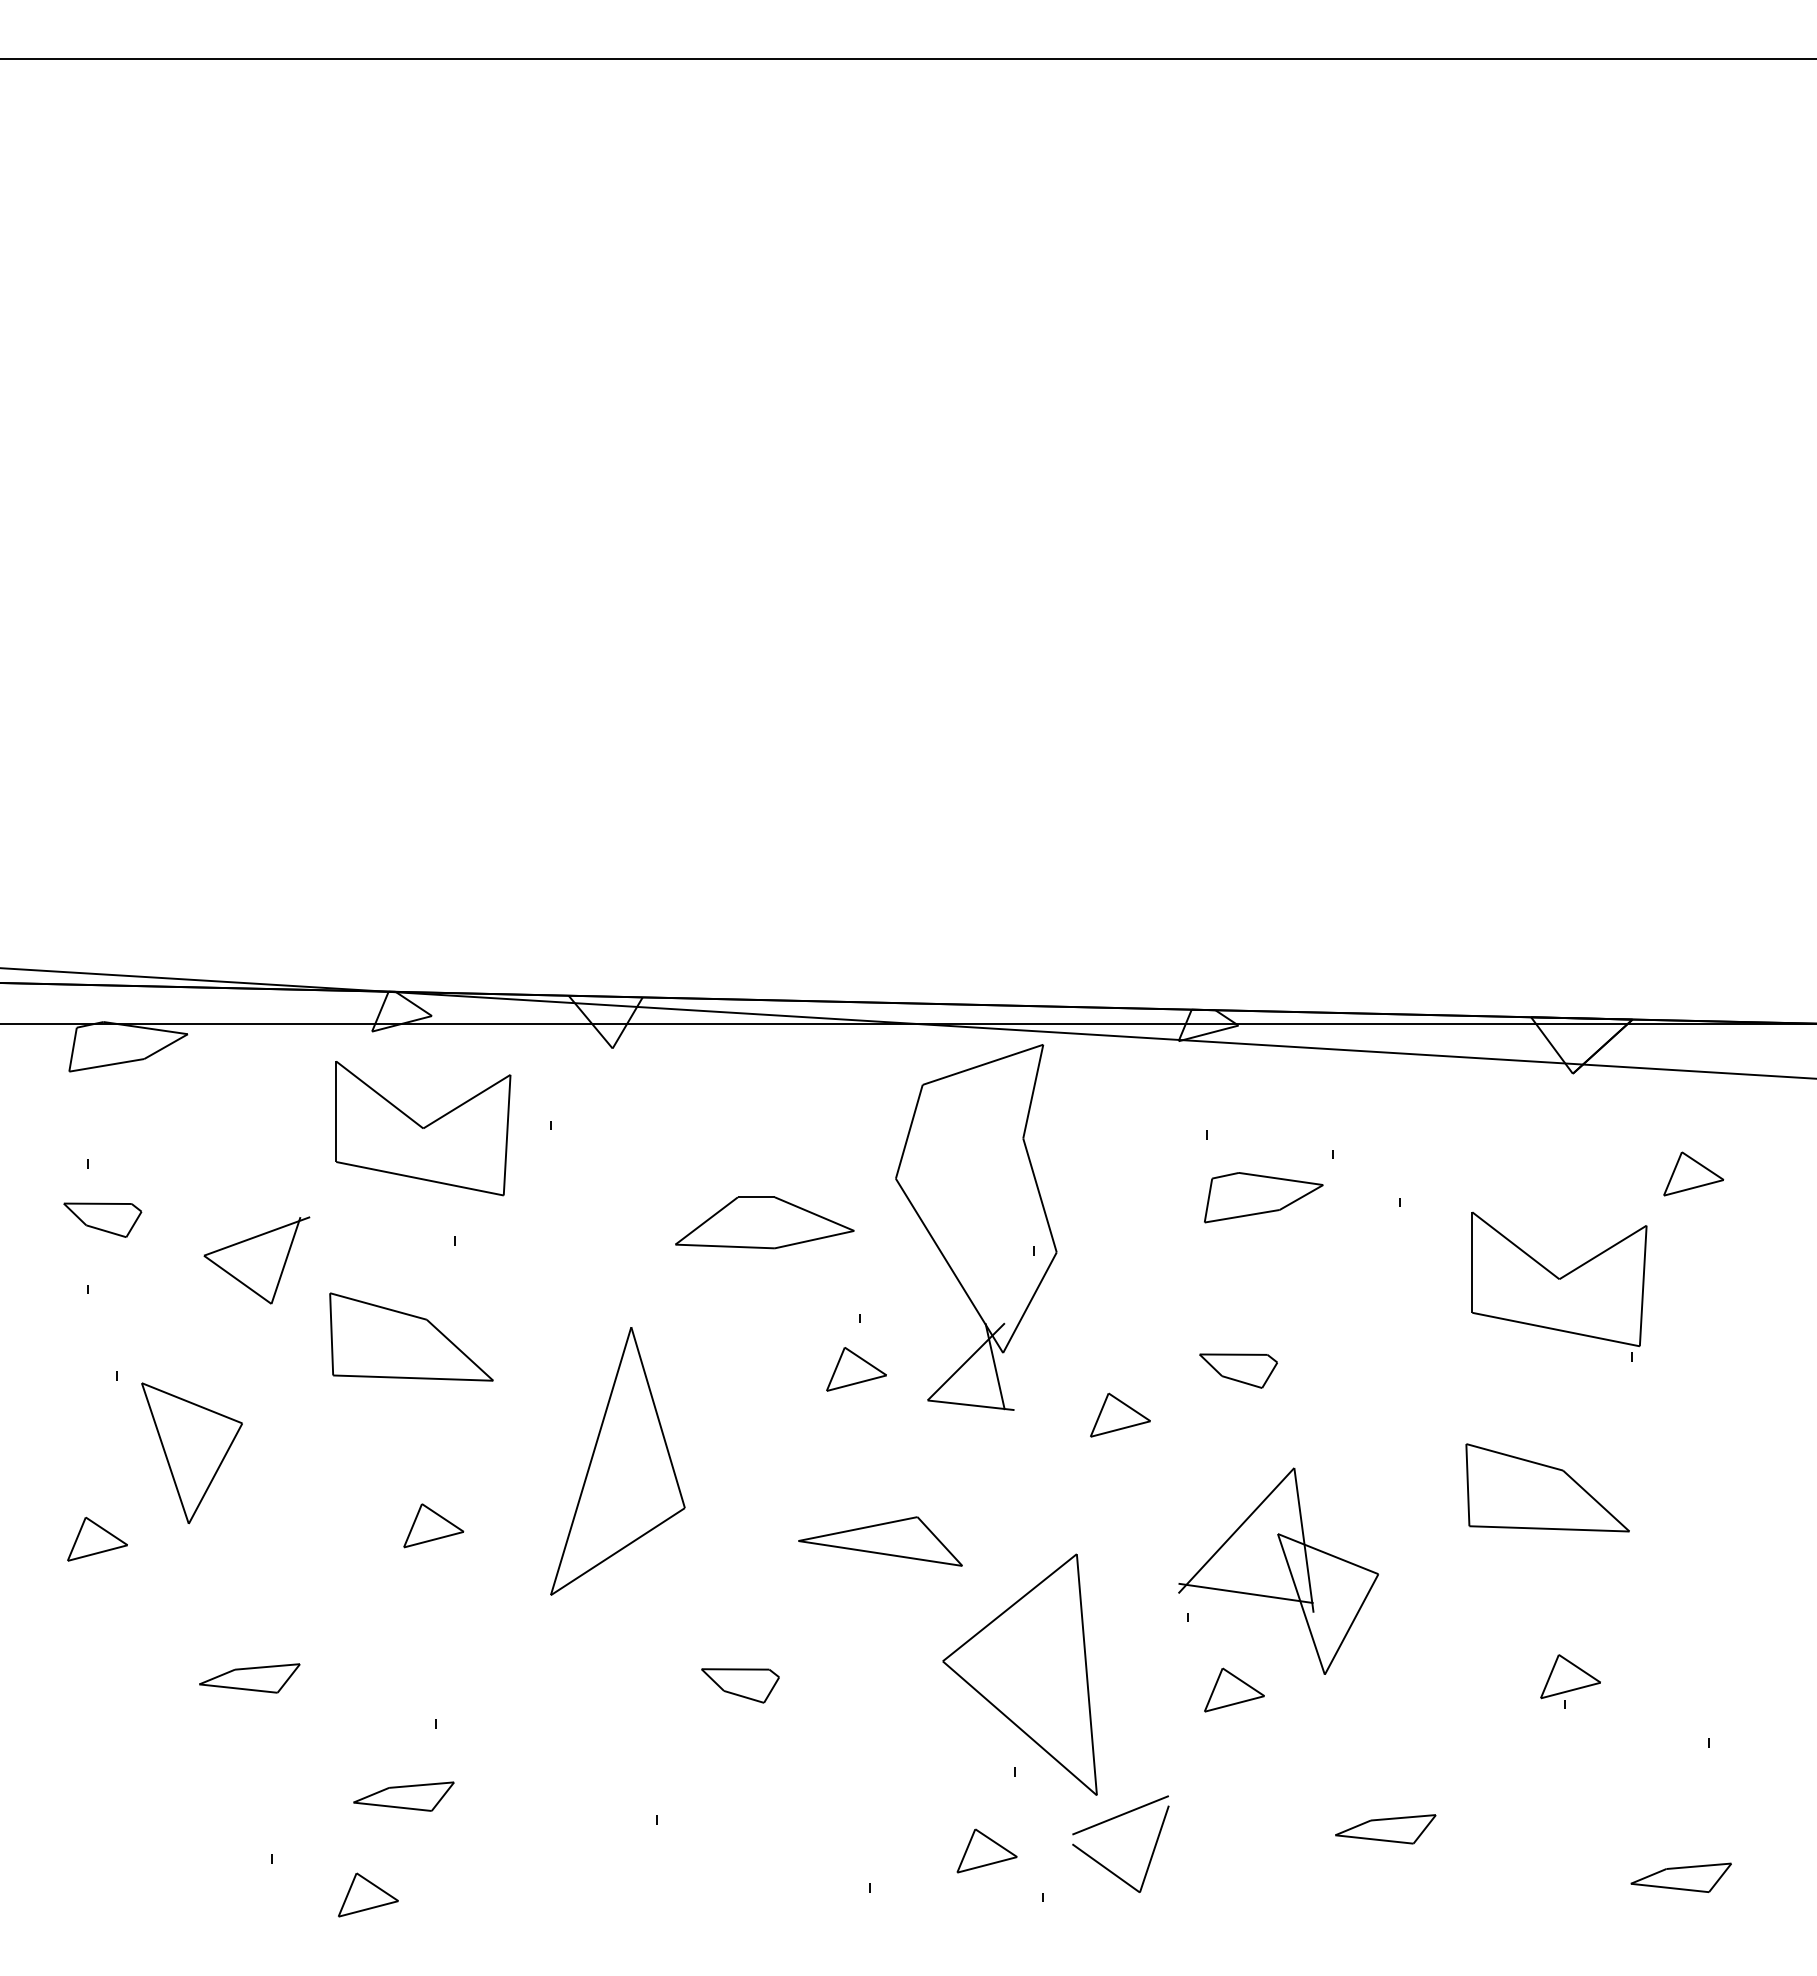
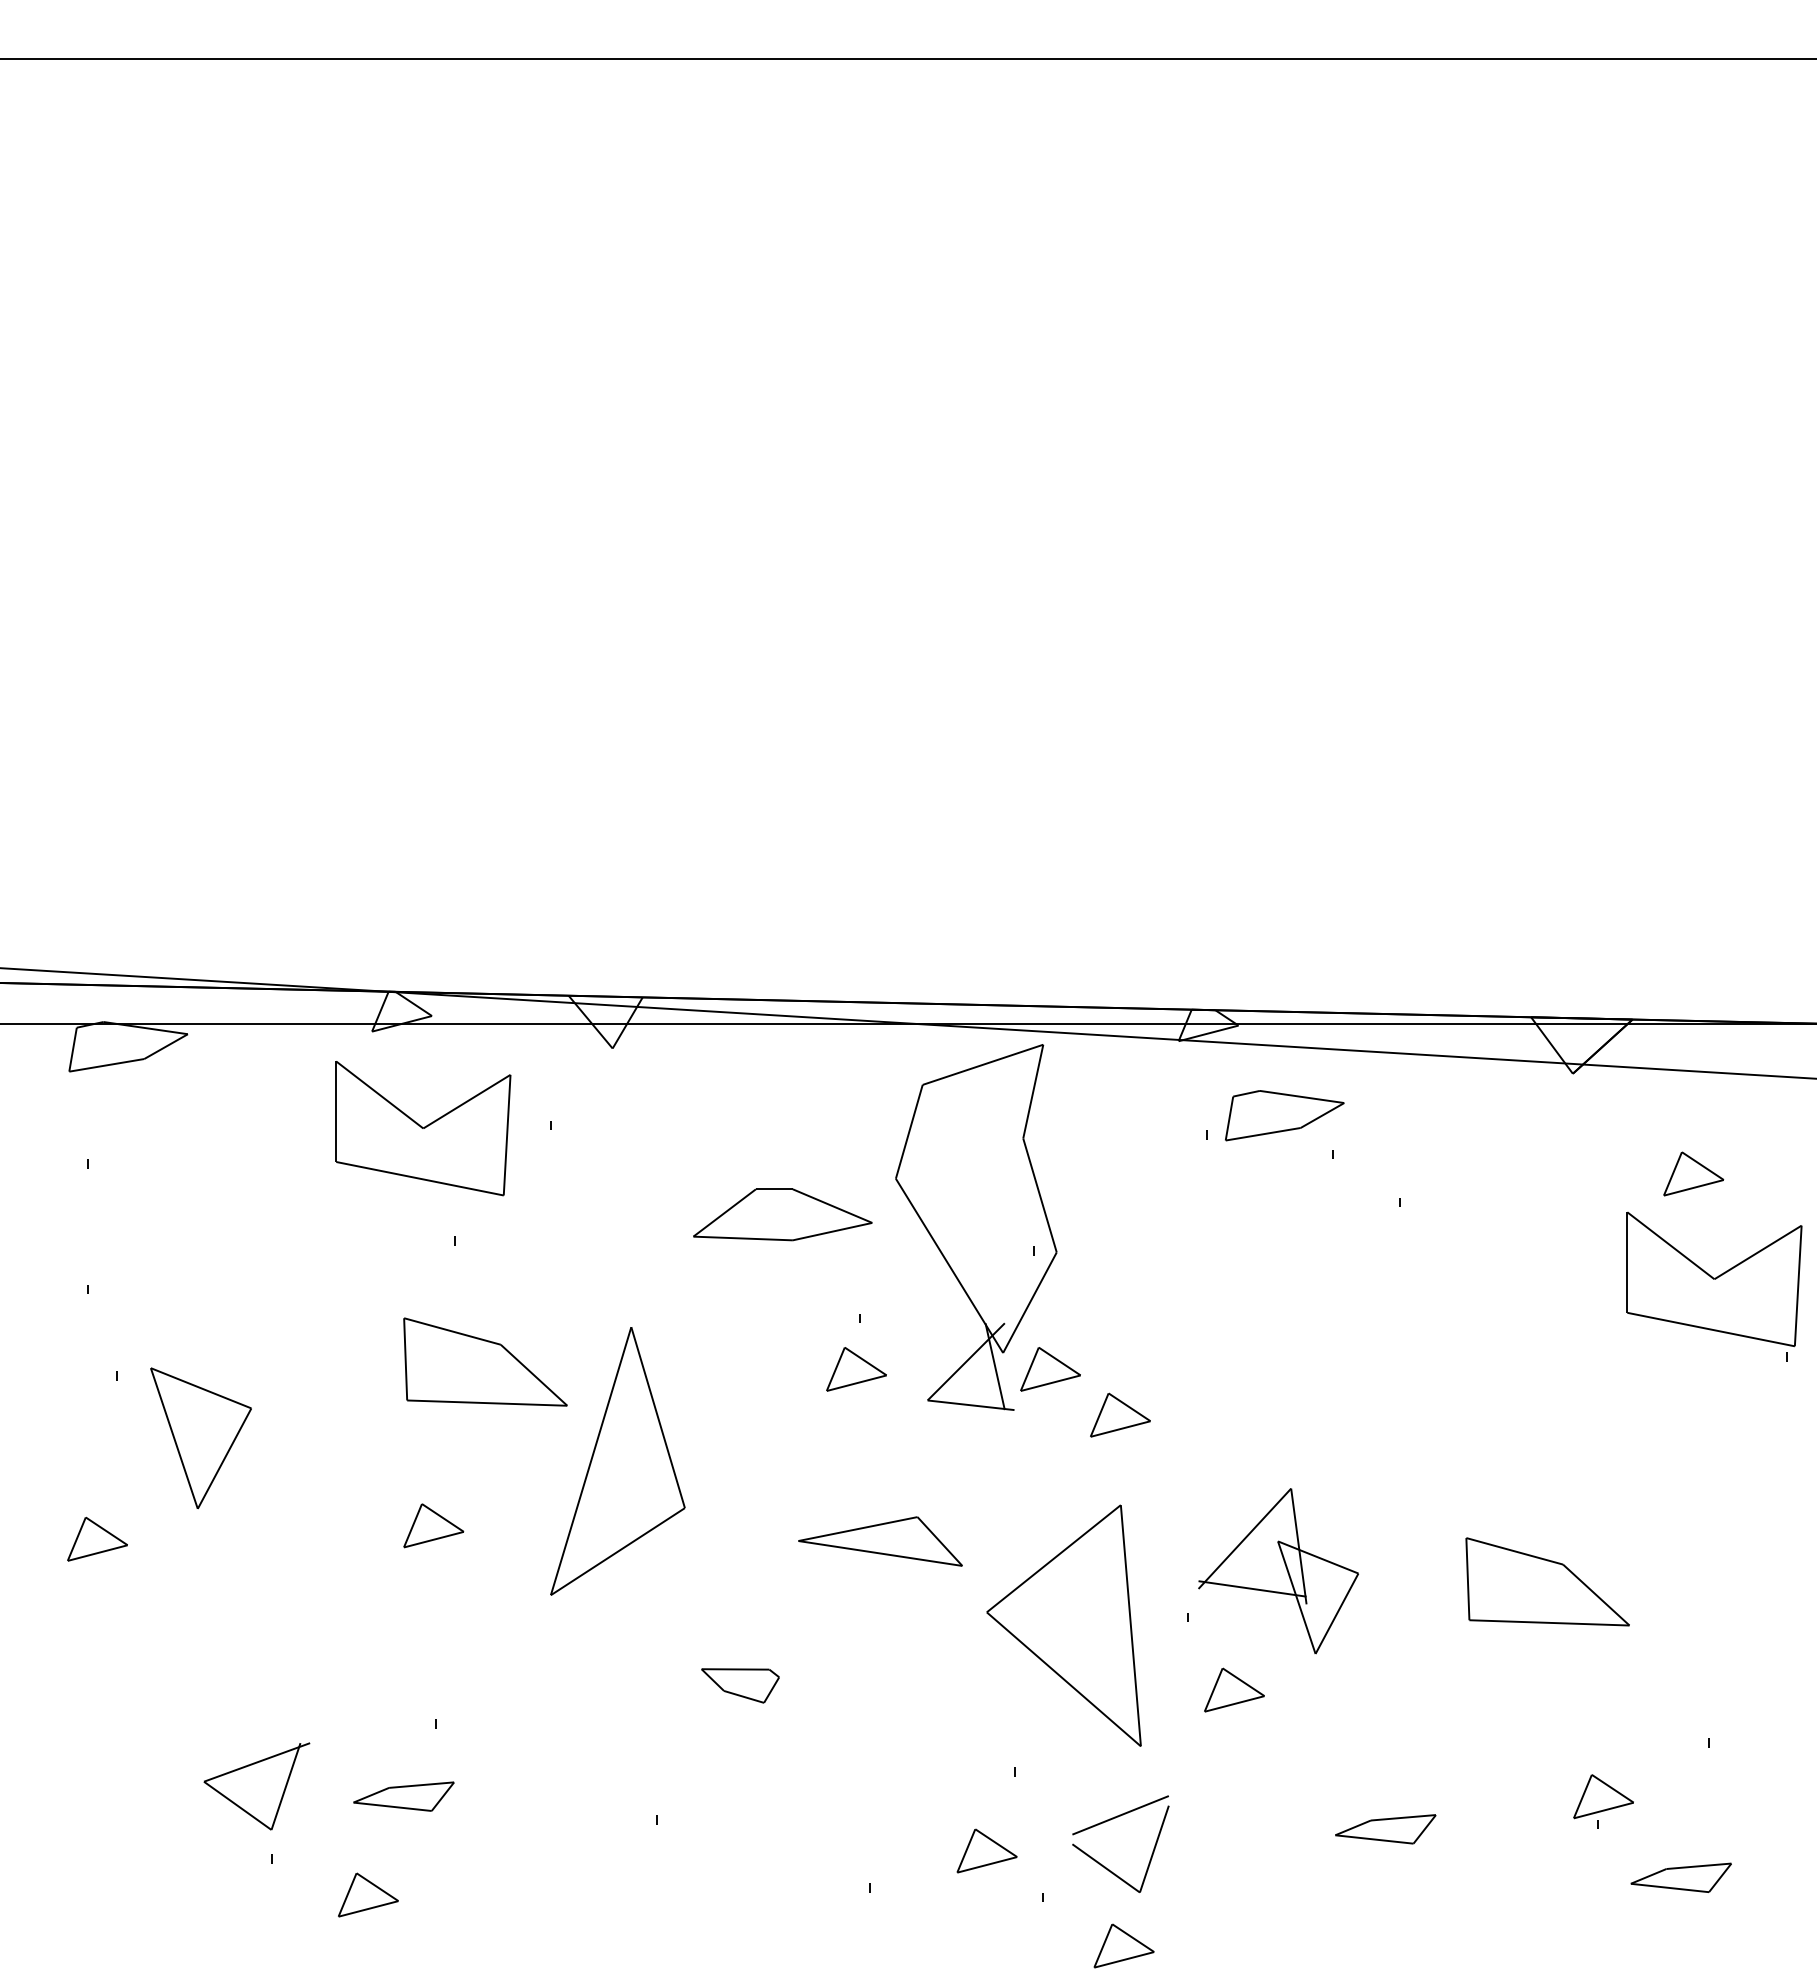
part at (1263, 1197) position: (1263, 1197) -> (1284, 1115)
part at (102, 1219): present -> none
part at (764, 1222) position: (764, 1222) -> (782, 1214)
part at (256, 1260) position: (256, 1260) -> (256, 1786)
part at (1559, 1286) position: (1559, 1286) -> (1714, 1286)
part at (411, 1336) position: (411, 1336) -> (485, 1361)
part at (1050, 1369): none -> present
part at (1238, 1370): present -> none
part at (191, 1453) position: (191, 1453) -> (200, 1438)
part at (1547, 1487) position: (1547, 1487) -> (1547, 1581)
part at (1278, 1570) size: 201x208 px -> 161x167 px
part at (1019, 1674) position: (1019, 1674) -> (1063, 1625)
part at (249, 1678): present -> none
part at (1570, 1681) position: (1570, 1681) -> (1603, 1801)
part at (1123, 1945): none -> present
